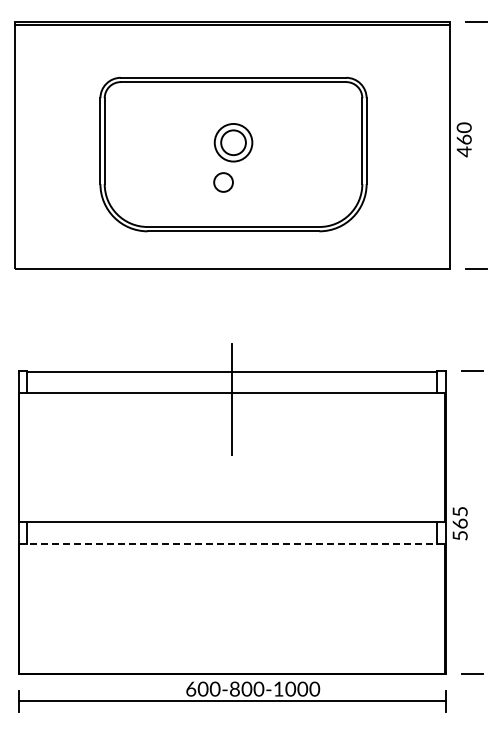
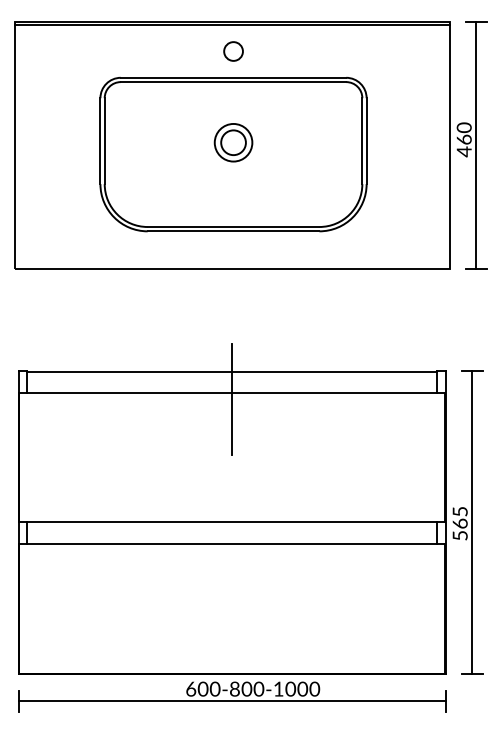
line at (475, 145): none -> present
circle at (223, 182) position: (223, 182) -> (233, 51)
line at (471, 522): none -> present
line at (232, 543): dashed -> solid
